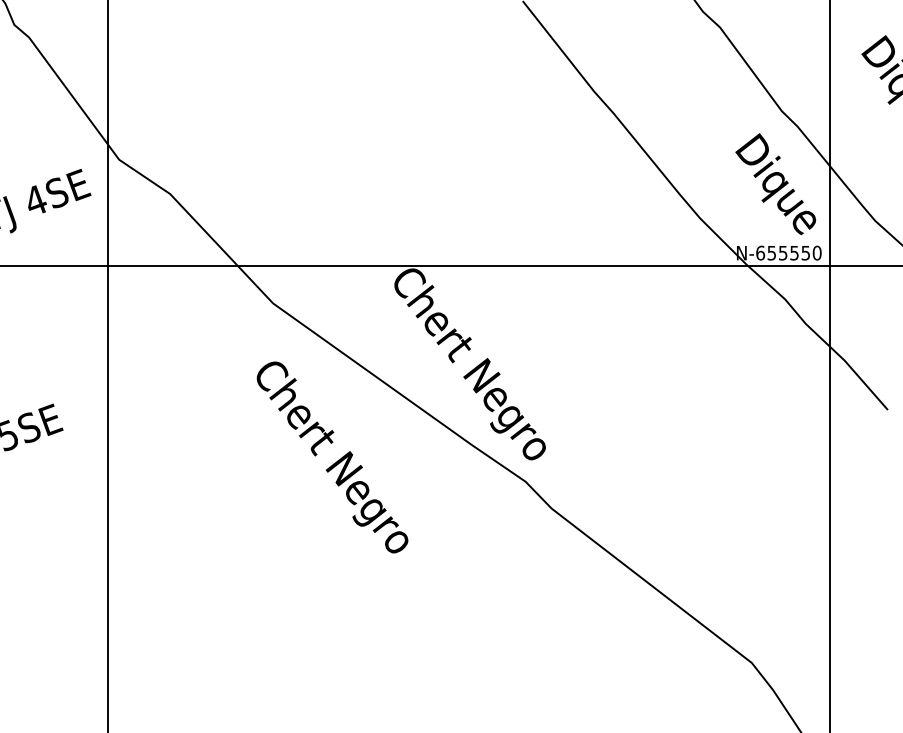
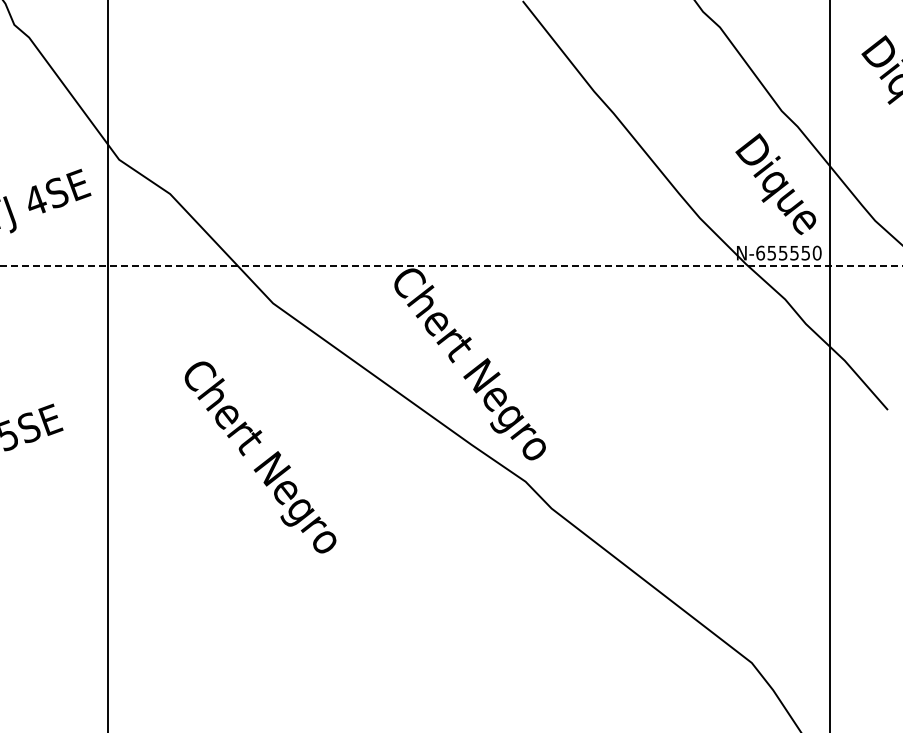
line at (451, 266): solid -> dashed
text at (332, 457) position: (332, 457) -> (260, 457)
